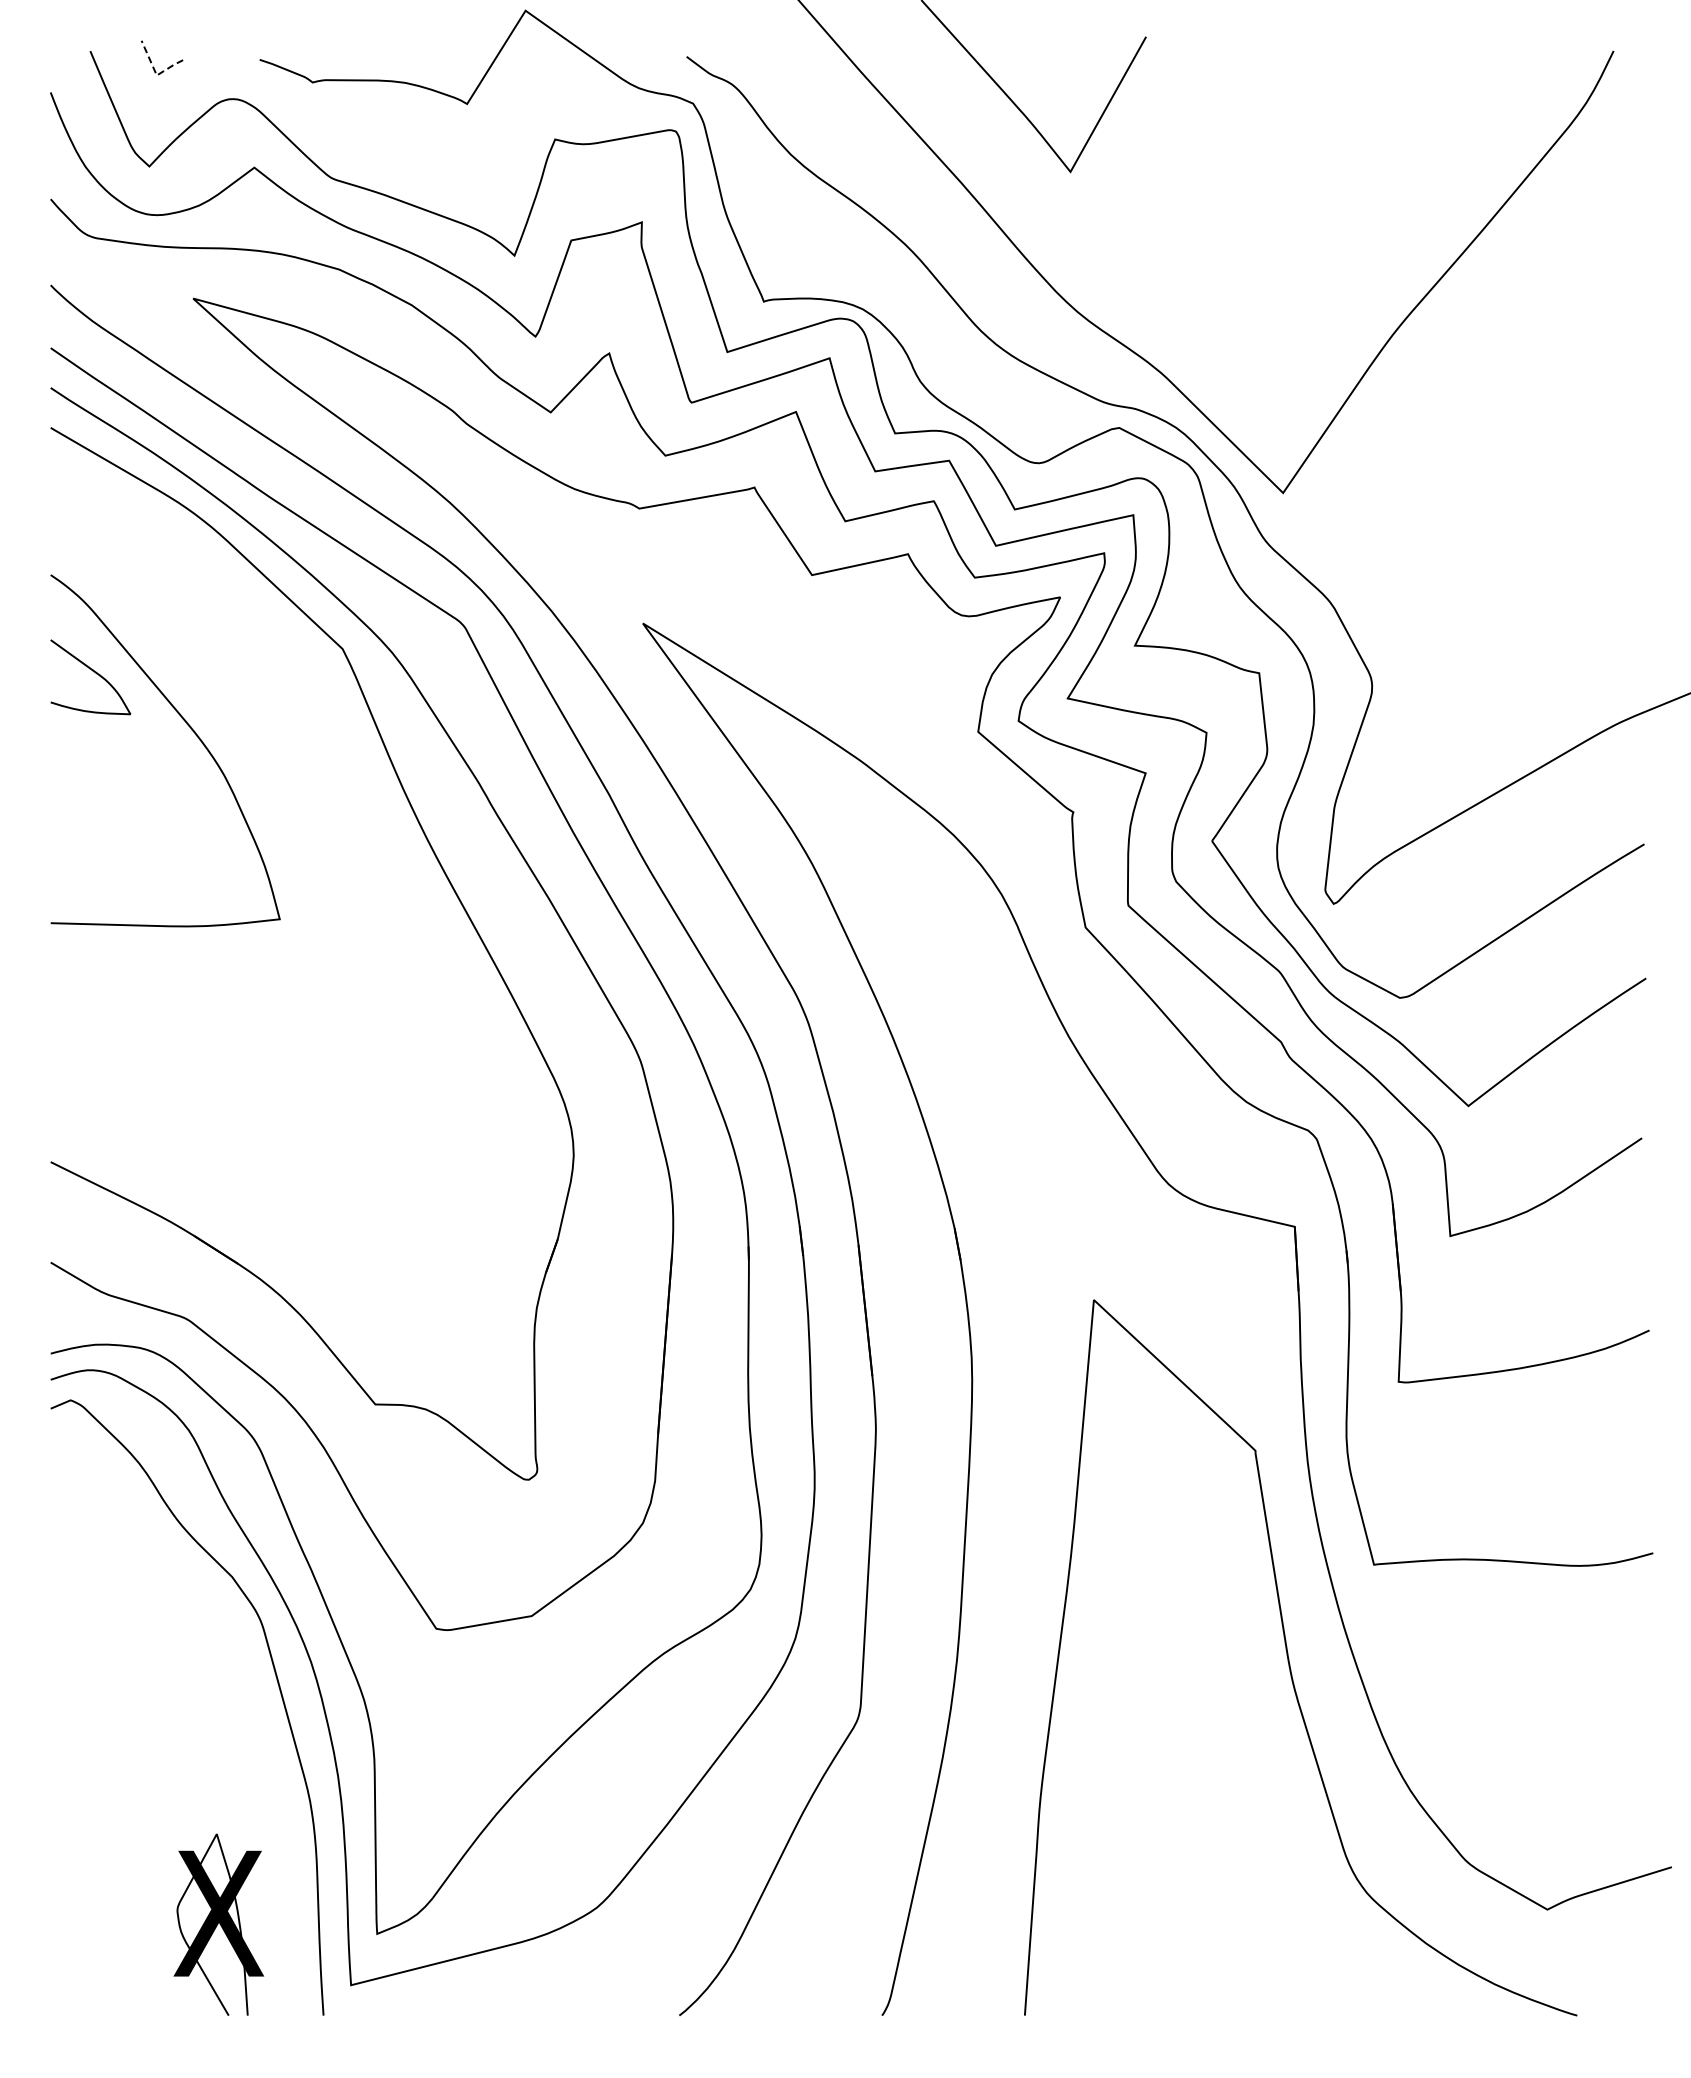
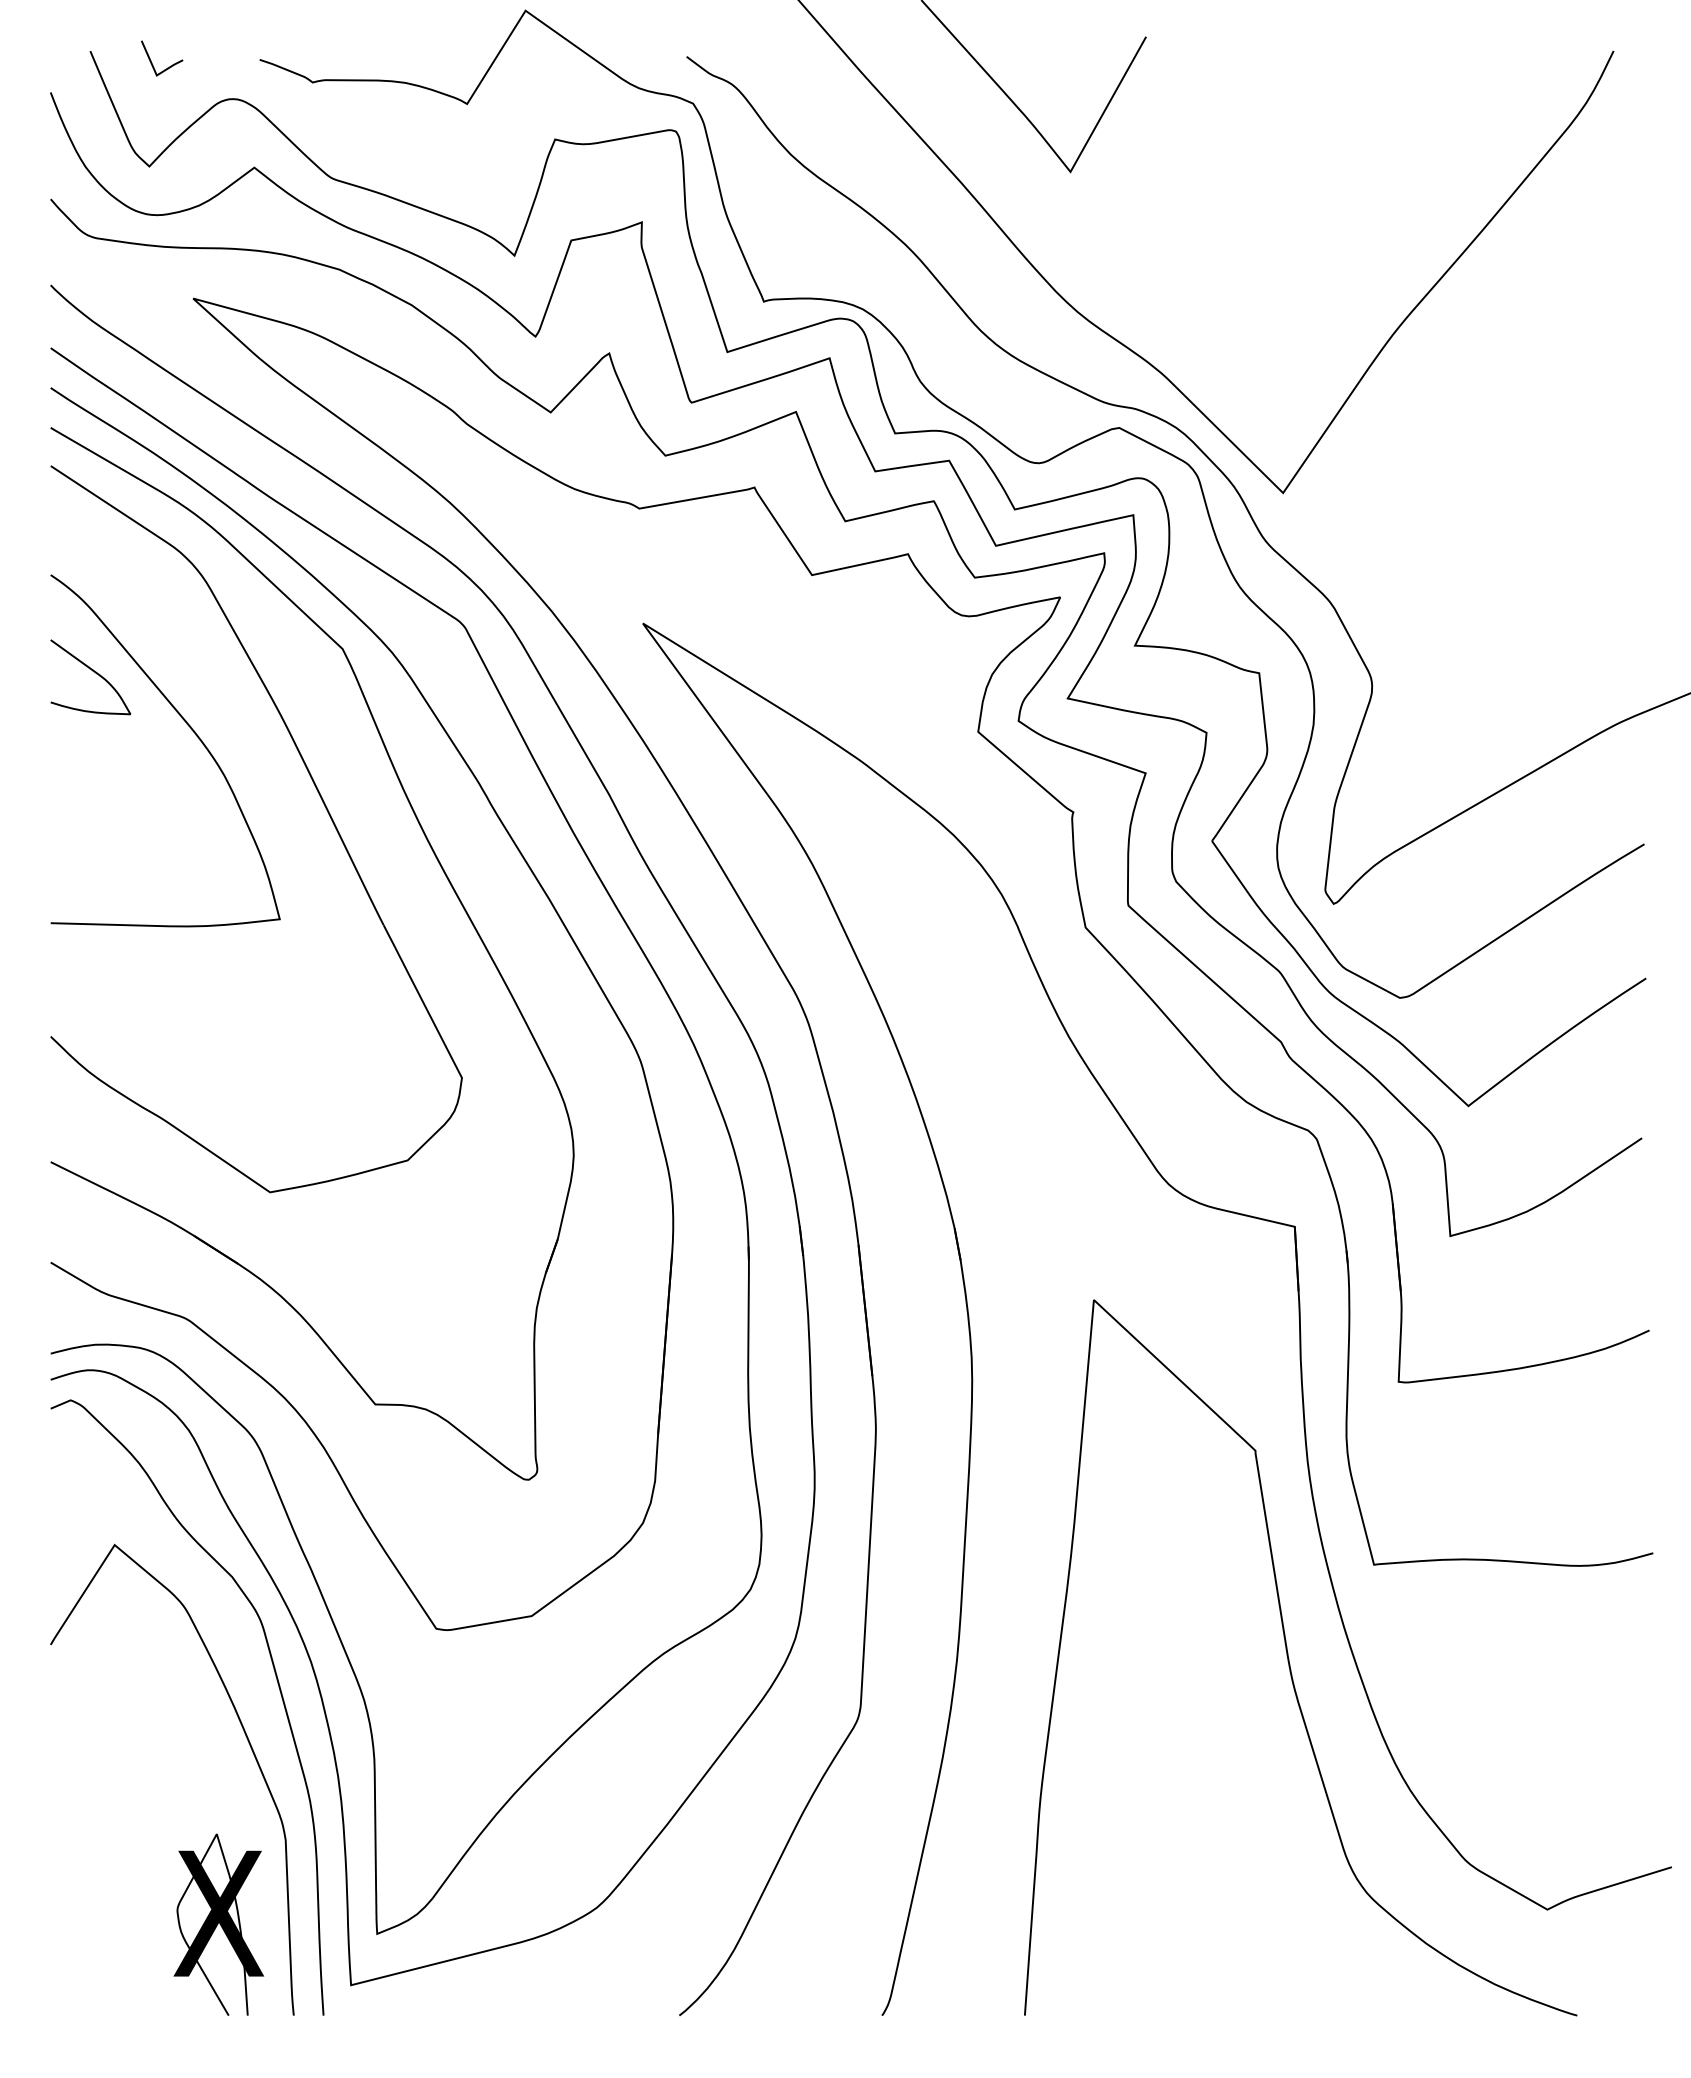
line at (156, 73): dashed -> solid
part at (320, 798): none -> present
curve at (250, 1748): none -> present
